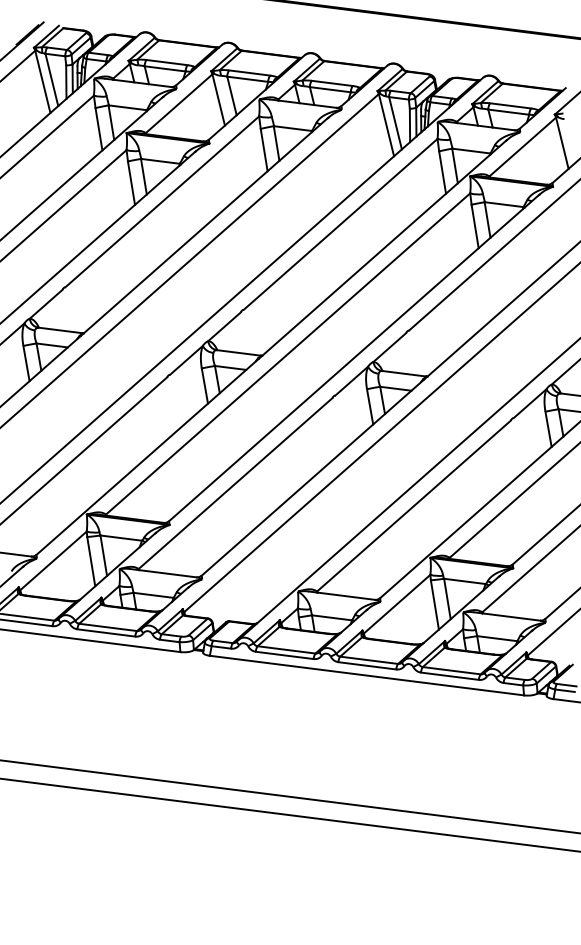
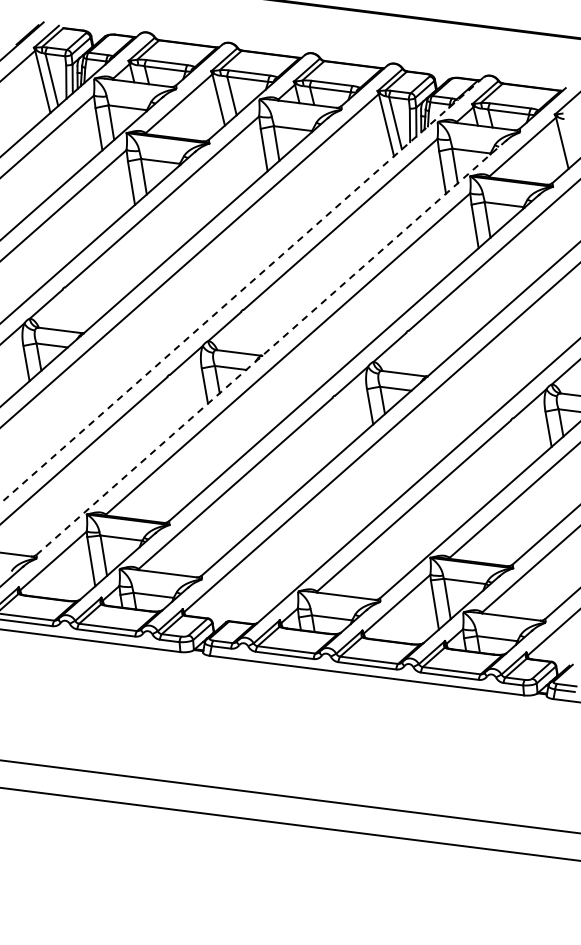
line at (241, 290): solid -> dashed
line at (271, 347): solid -> dashed
line at (289, 814) position: (289, 814) -> (289, 824)
